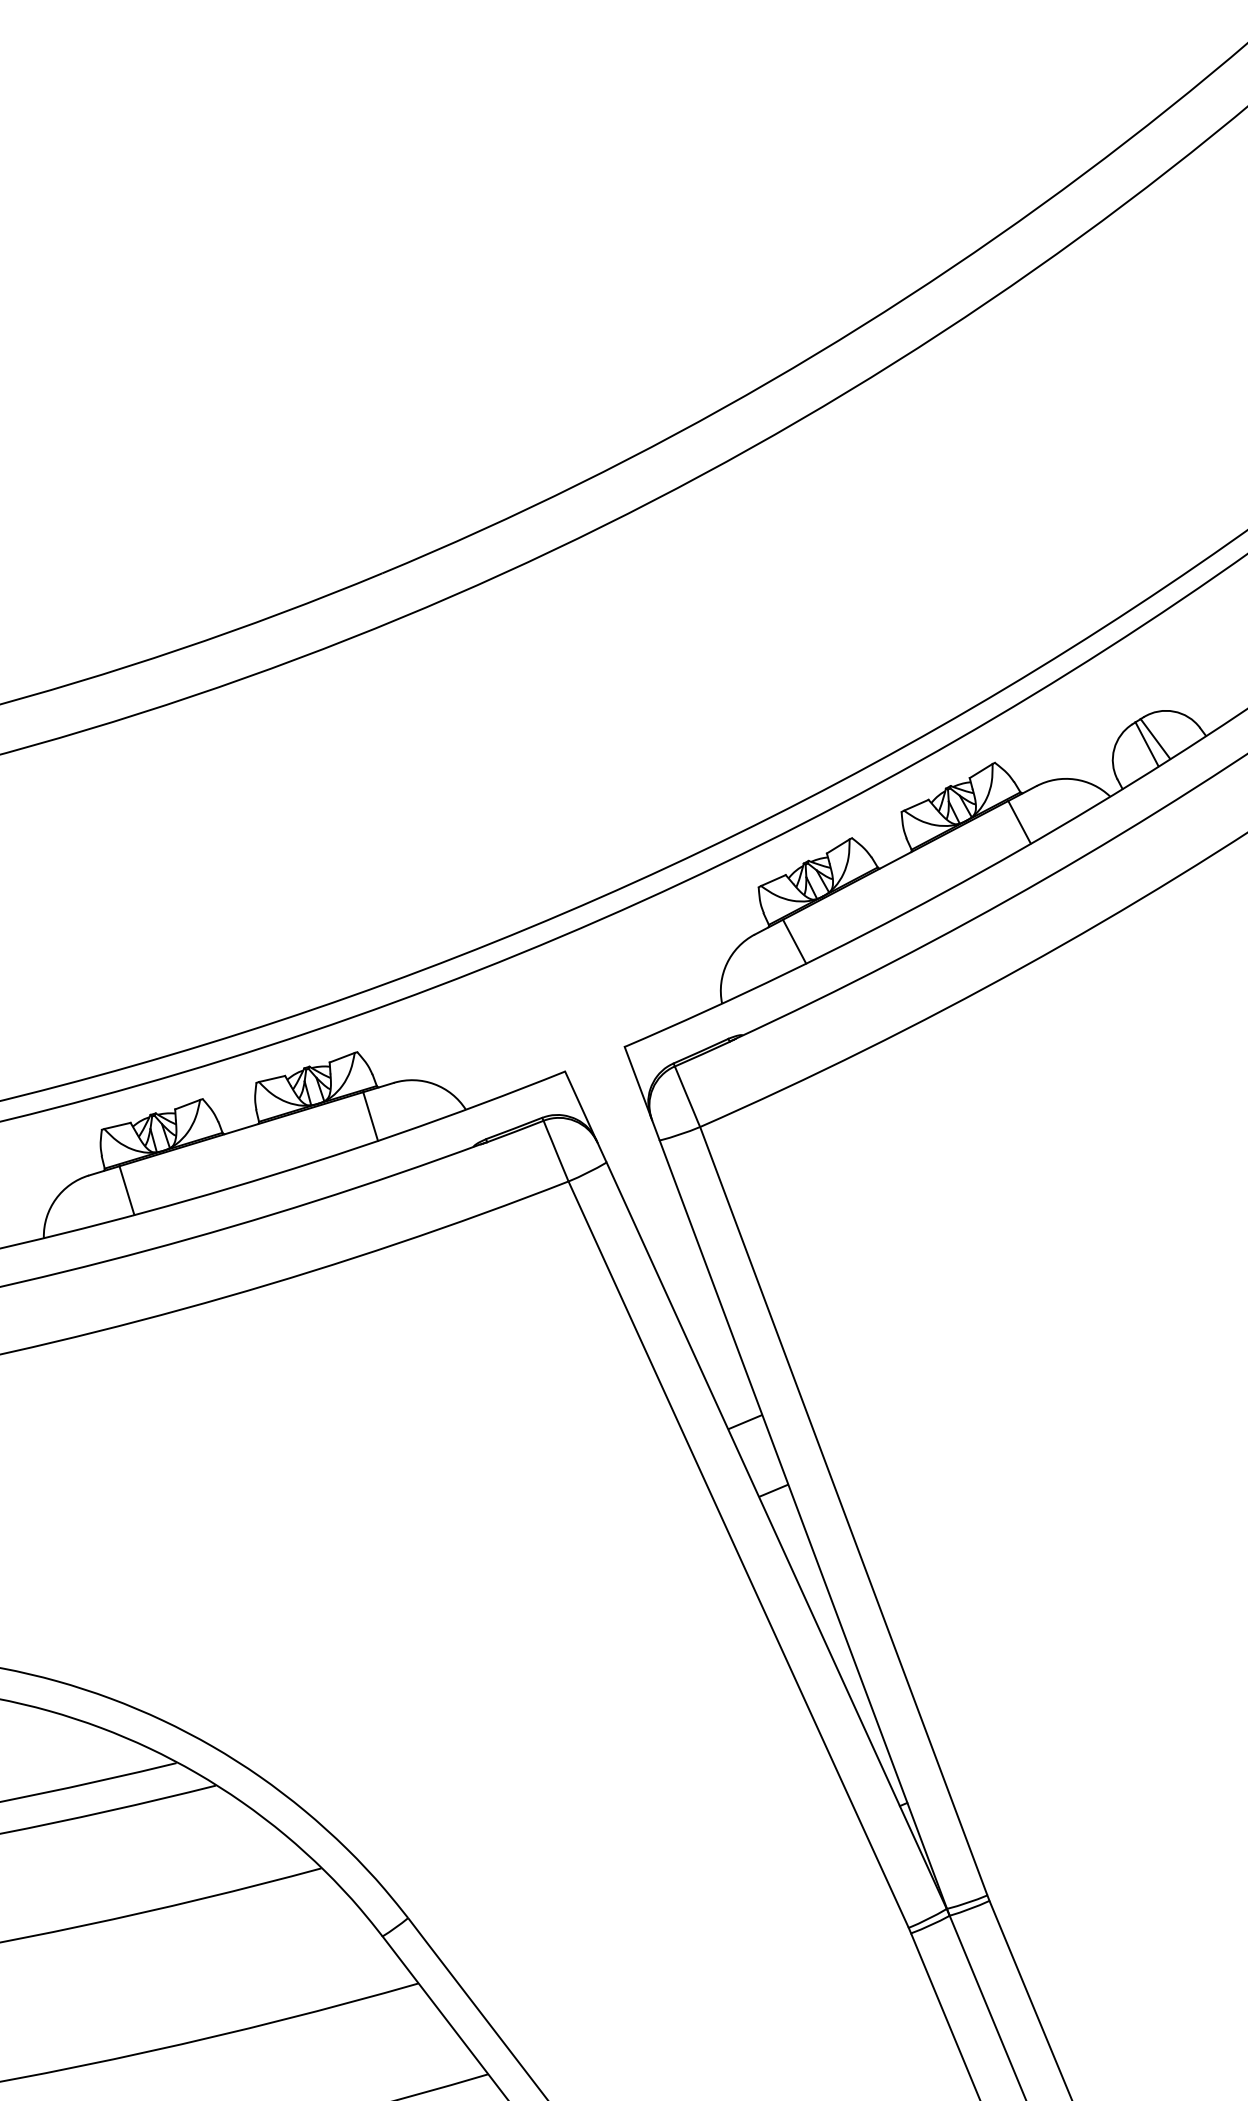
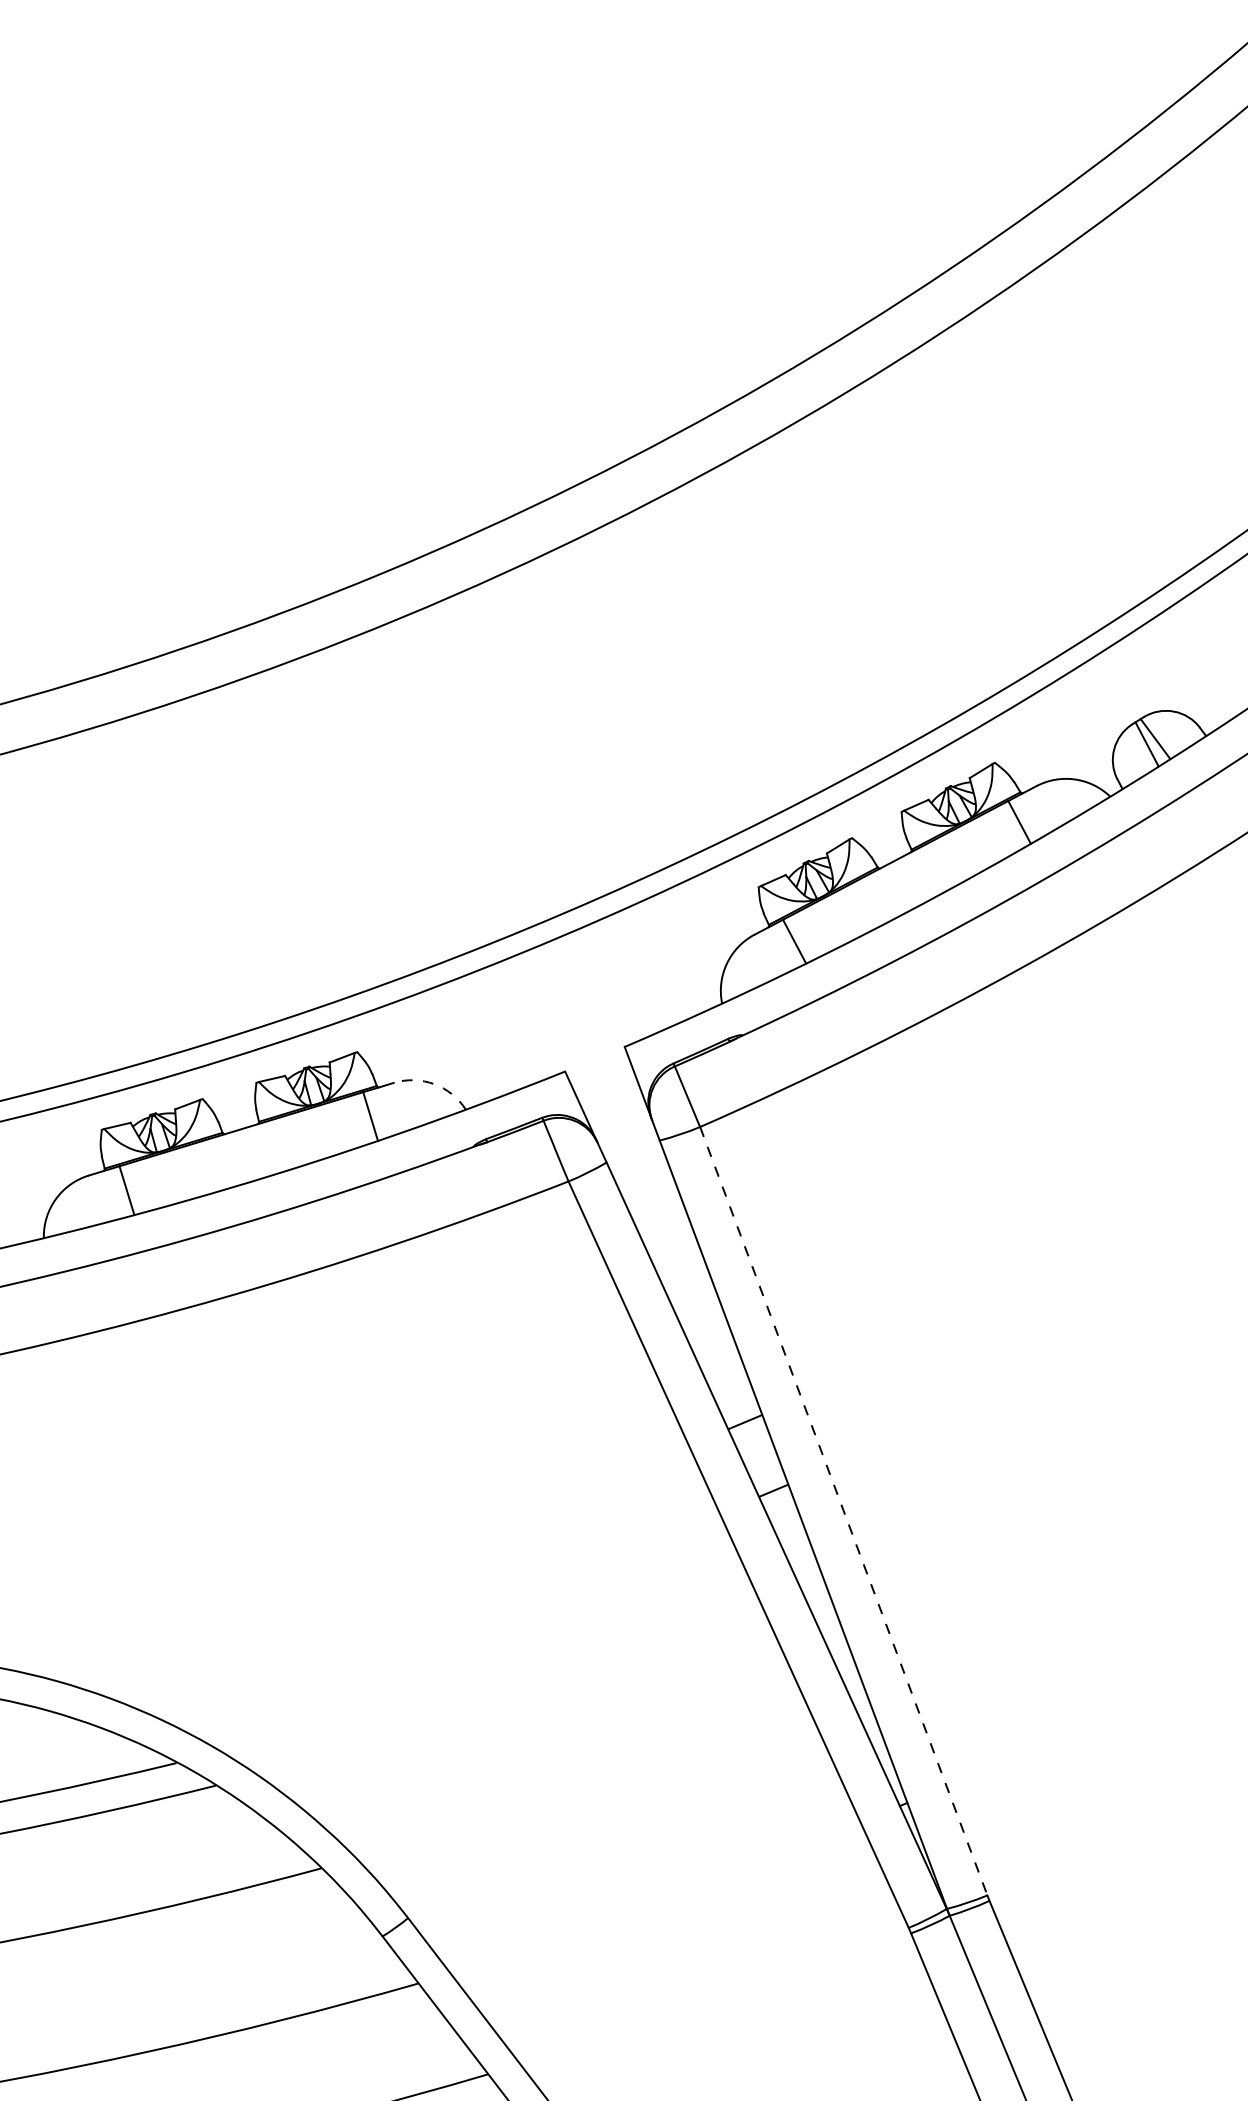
arc at (434, 1084): solid -> dashed
line at (843, 1511): solid -> dashed
